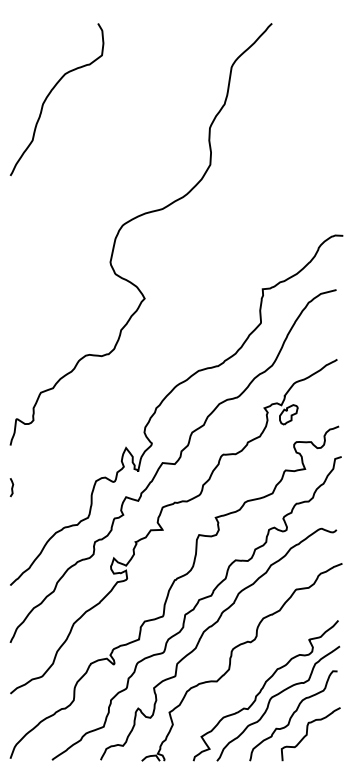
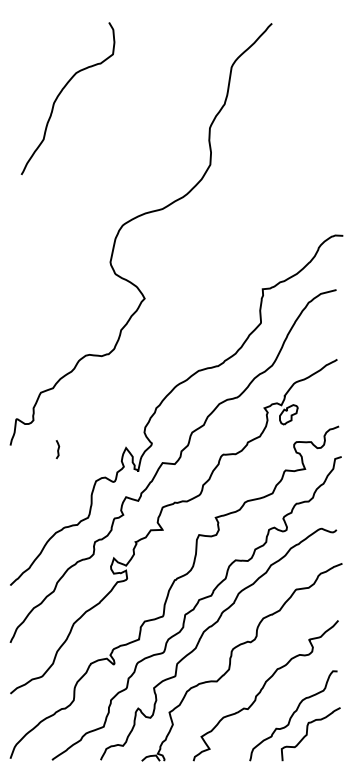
curve at (49, 95) position: (49, 95) -> (60, 94)
curve at (11, 487) position: (11, 487) -> (57, 449)
curve at (274, 697): present -> none
